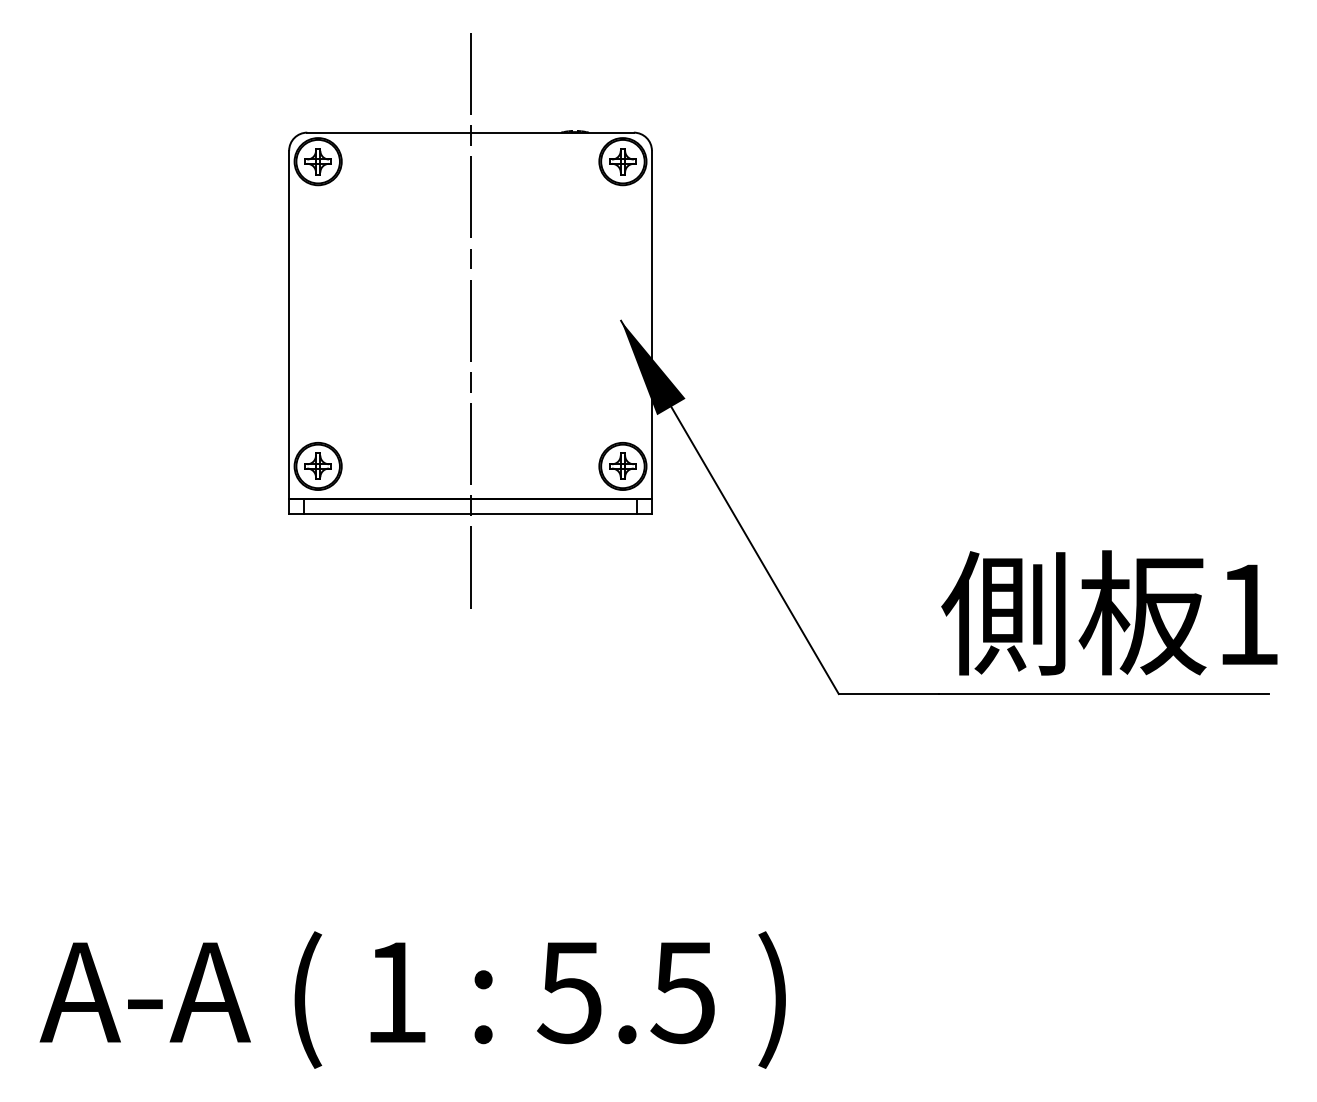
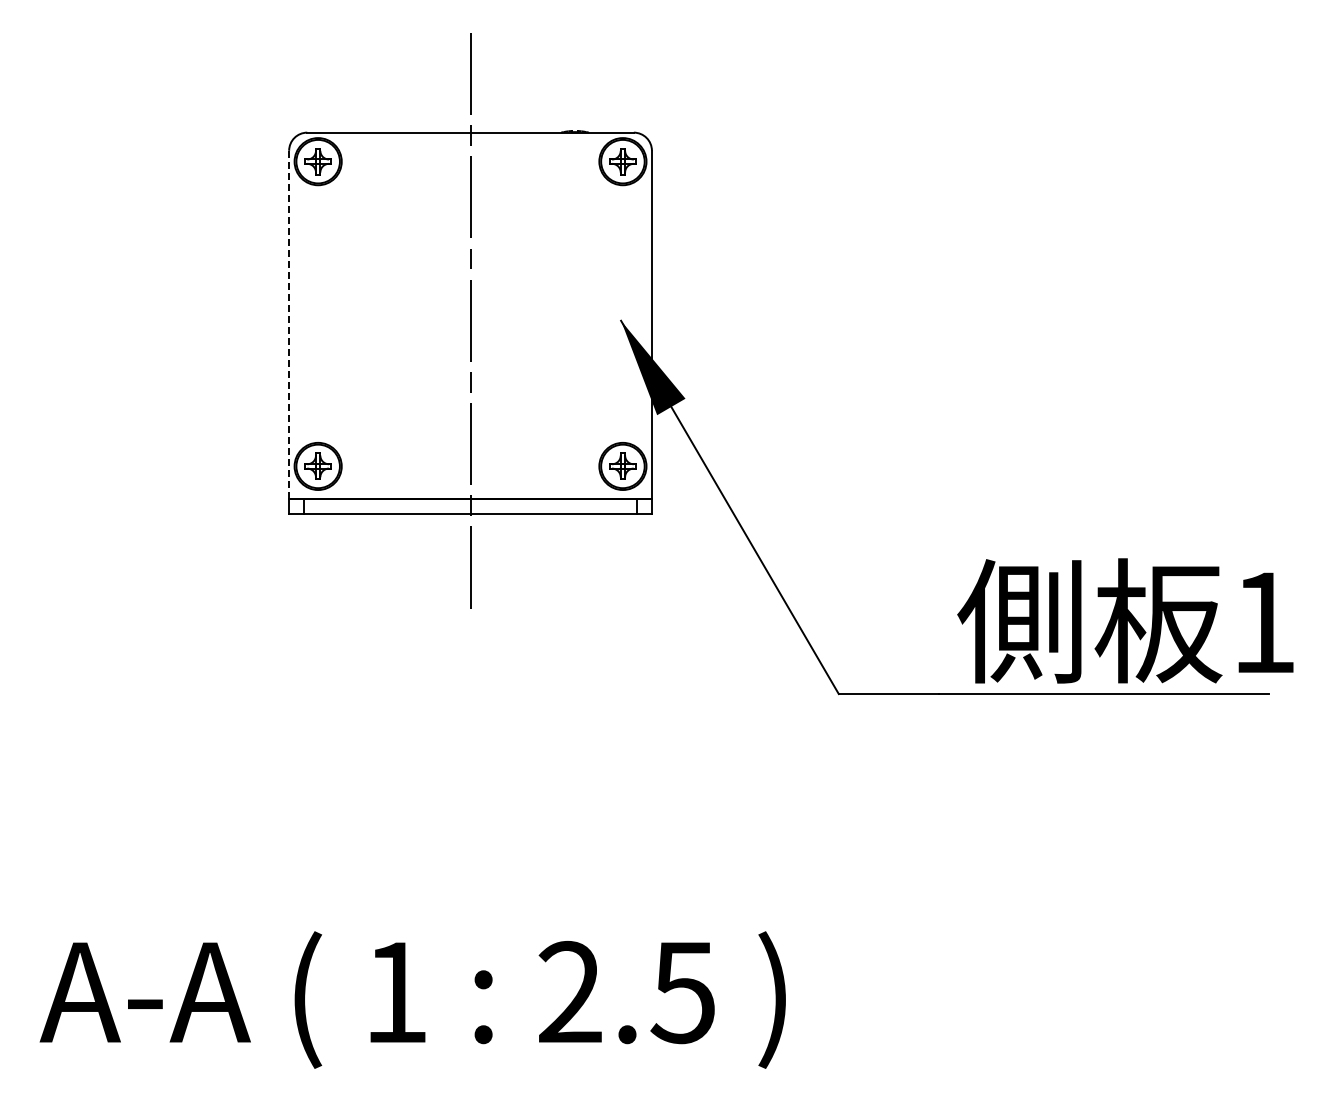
line at (289, 324): solid -> dashed
text at (1109, 612) position: (1109, 612) -> (1125, 620)
text at (569, 992): 5.5 -> 2.5
